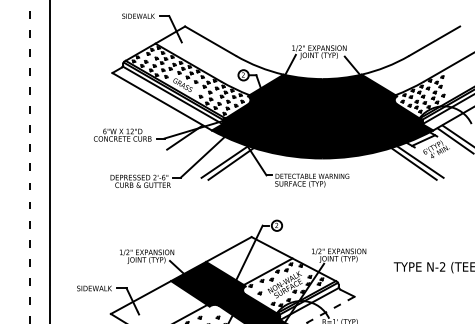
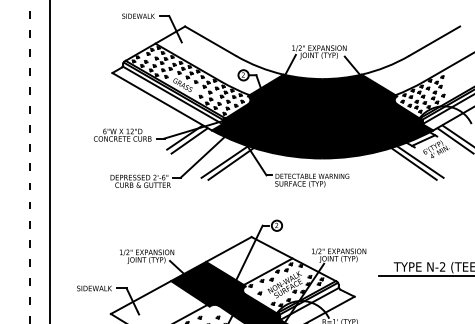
line at (189, 140): none -> present
line at (425, 276): none -> present
line at (330, 310): dashed -> solid
